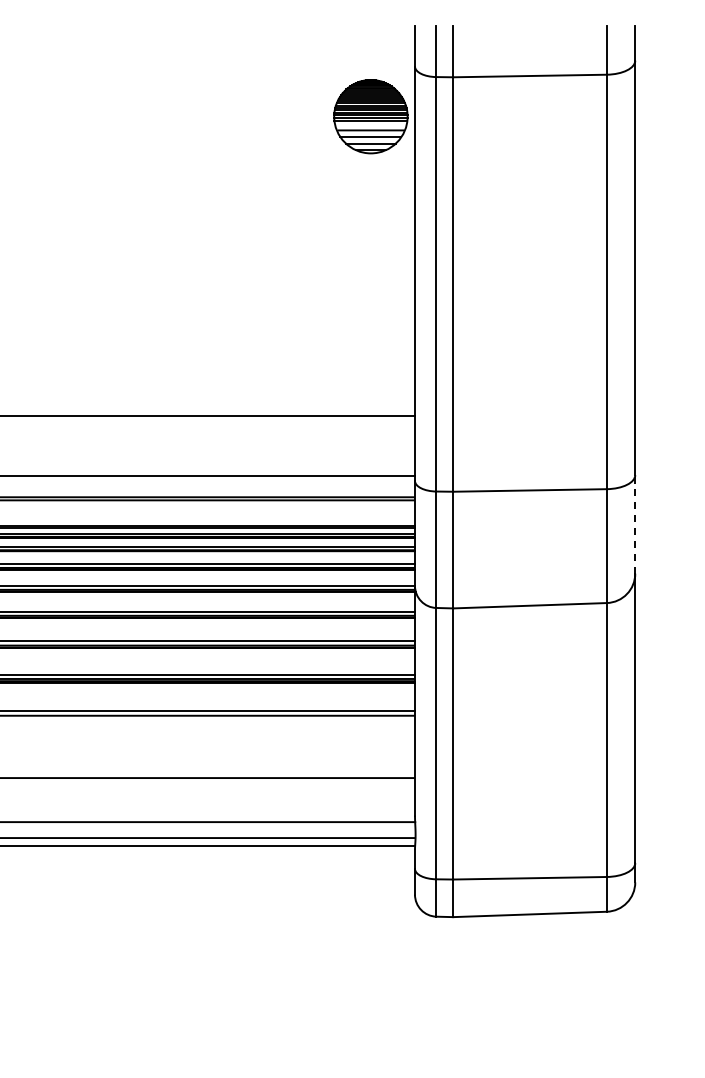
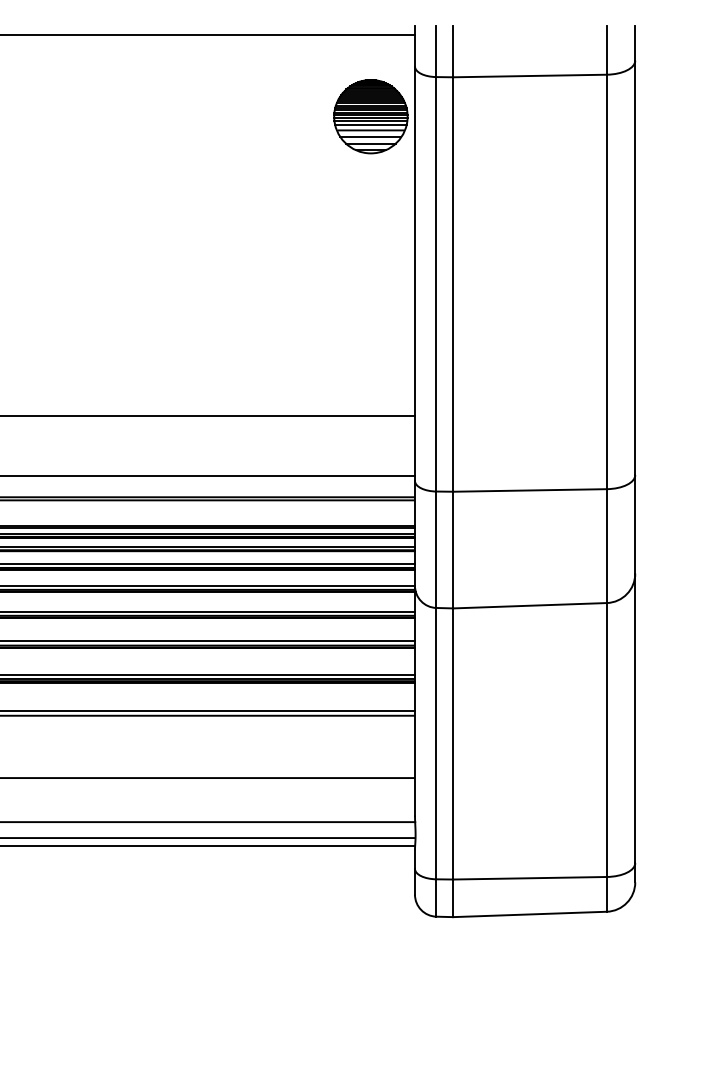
line at (208, 35): none -> present
line at (370, 124): none -> present
line at (635, 523): dashed -> solid
